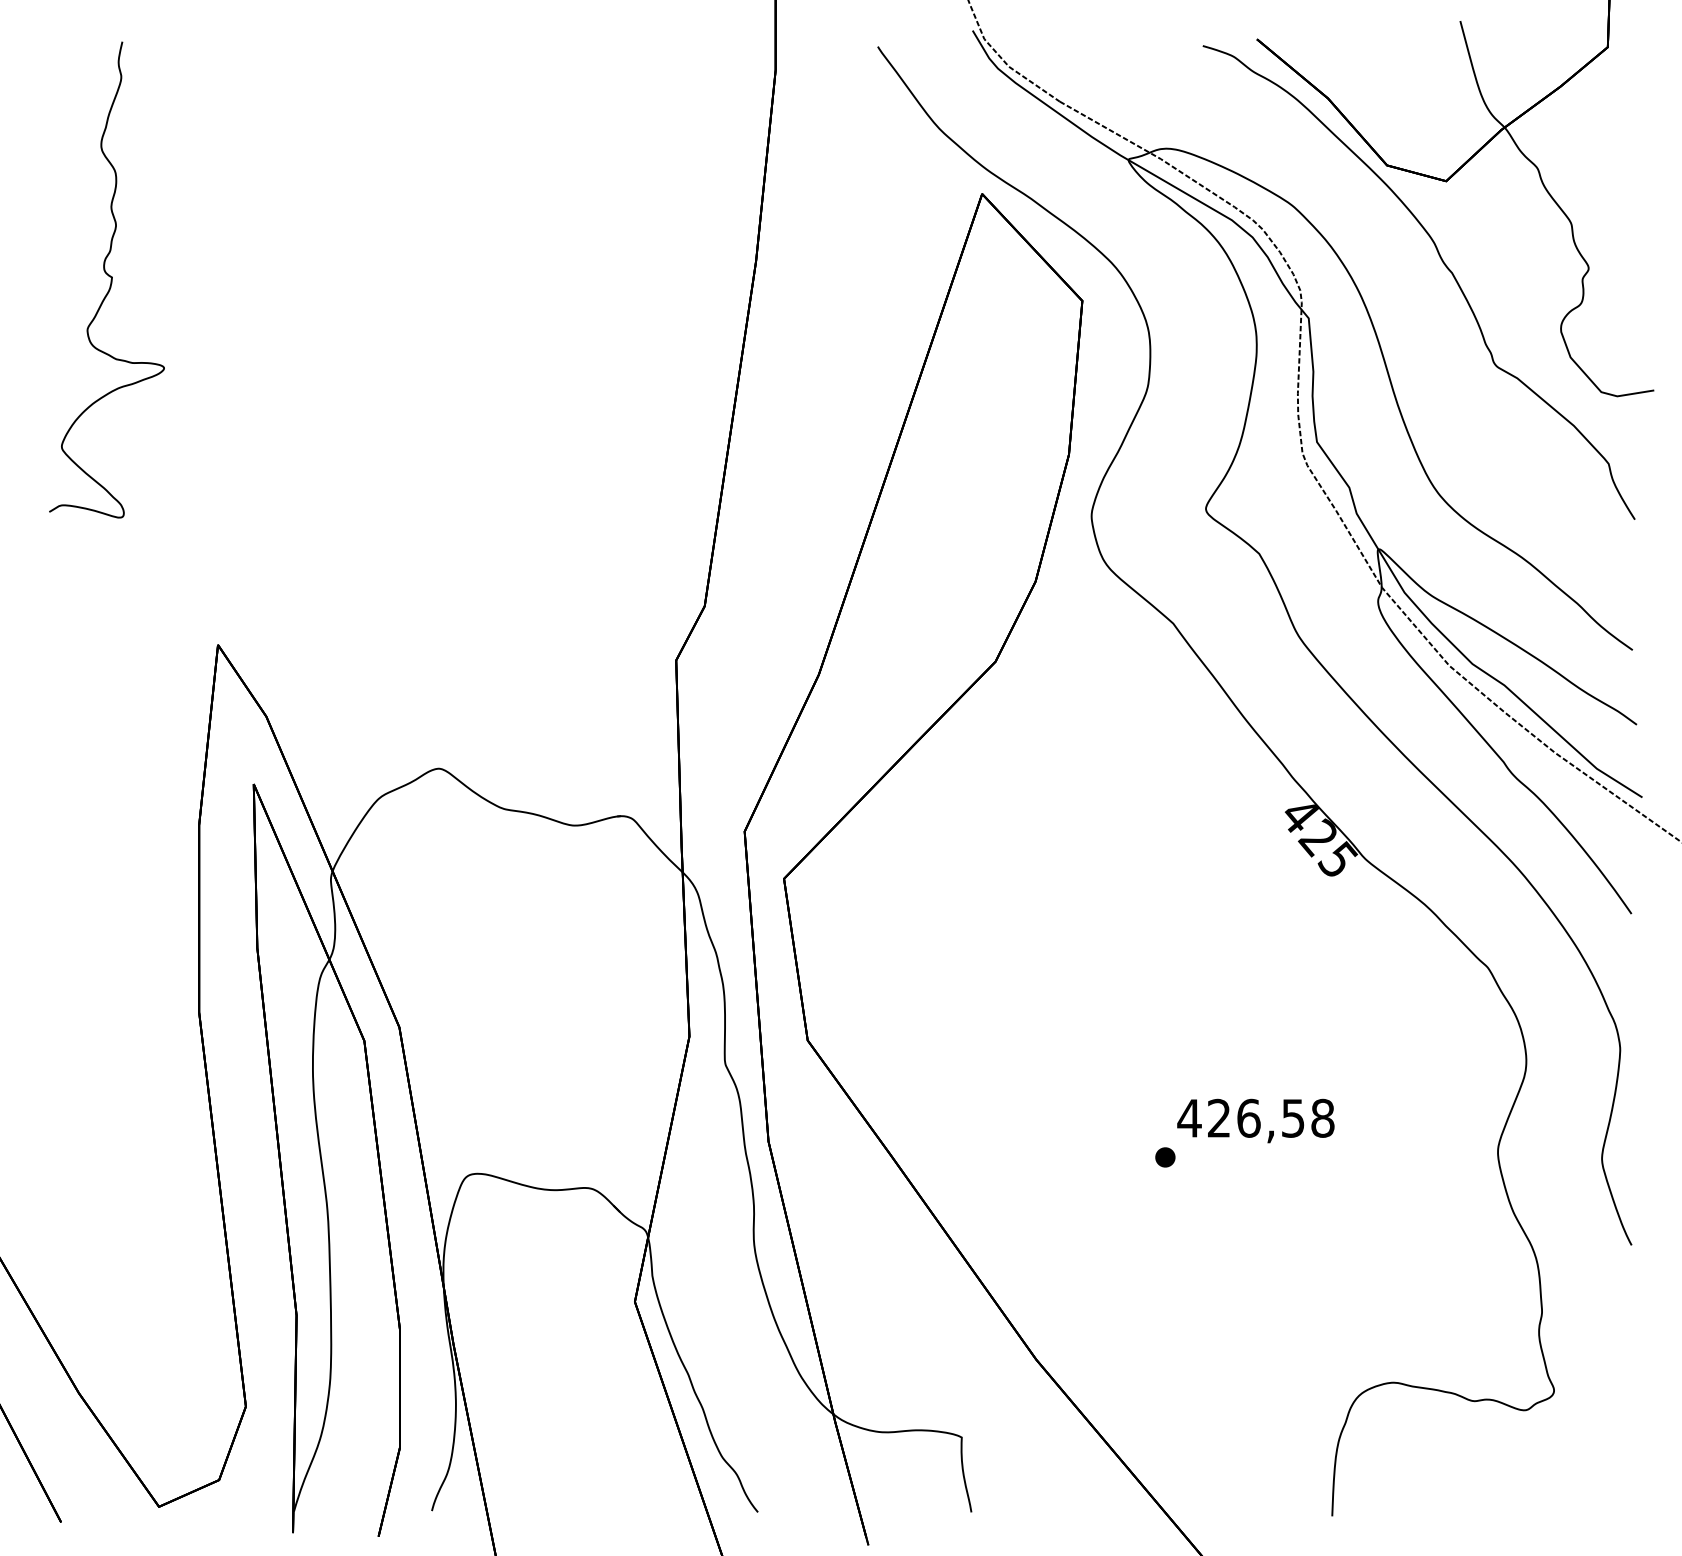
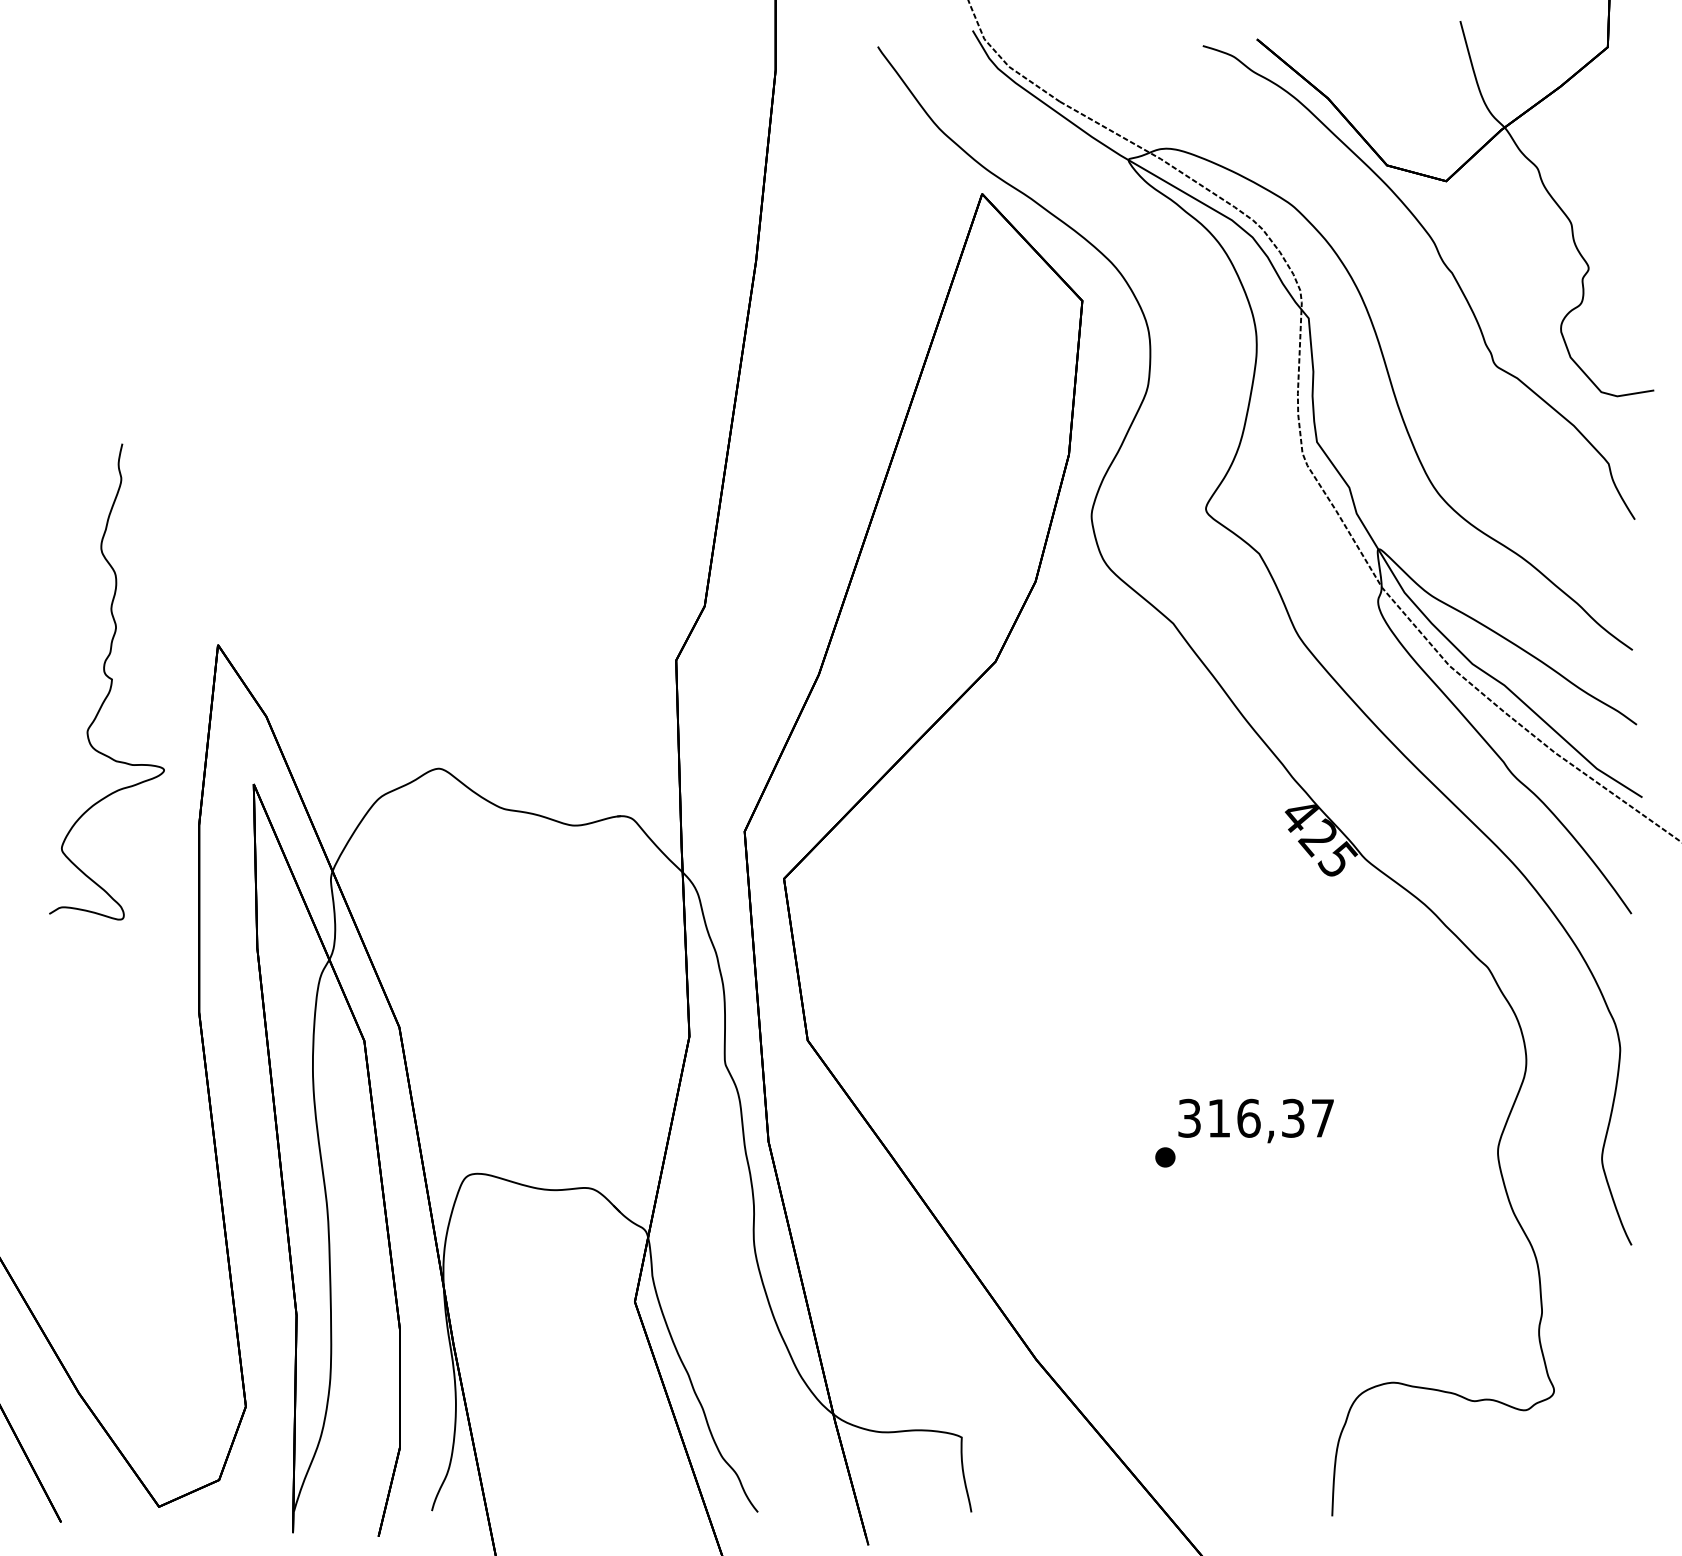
part at (106, 279) position: (106, 279) -> (106, 681)
text at (1255, 1117): 426,58 -> 316,37
